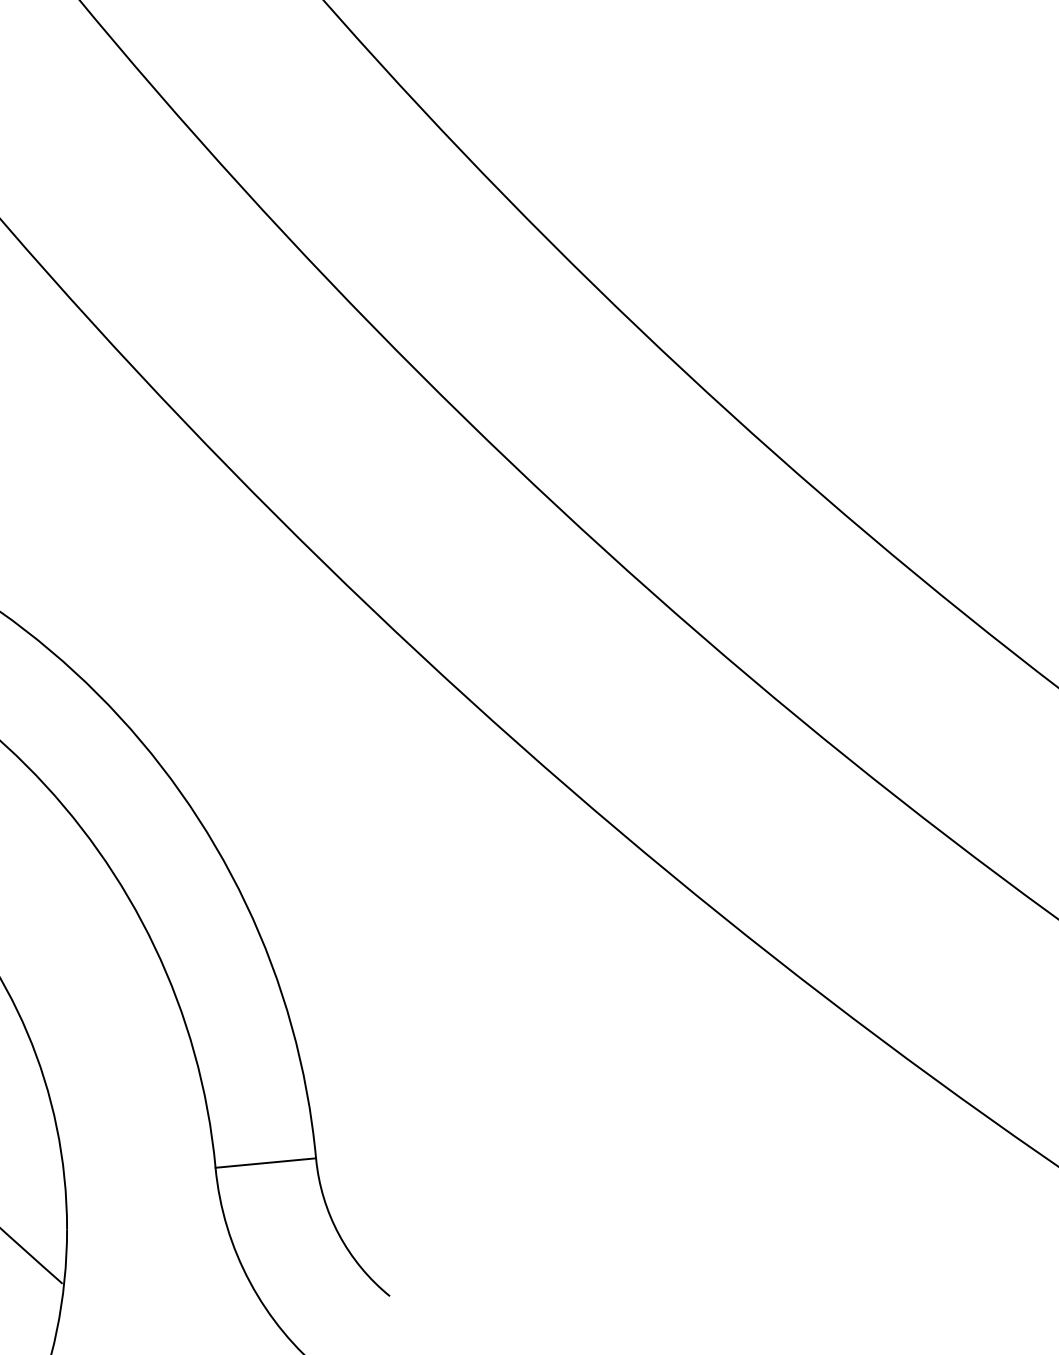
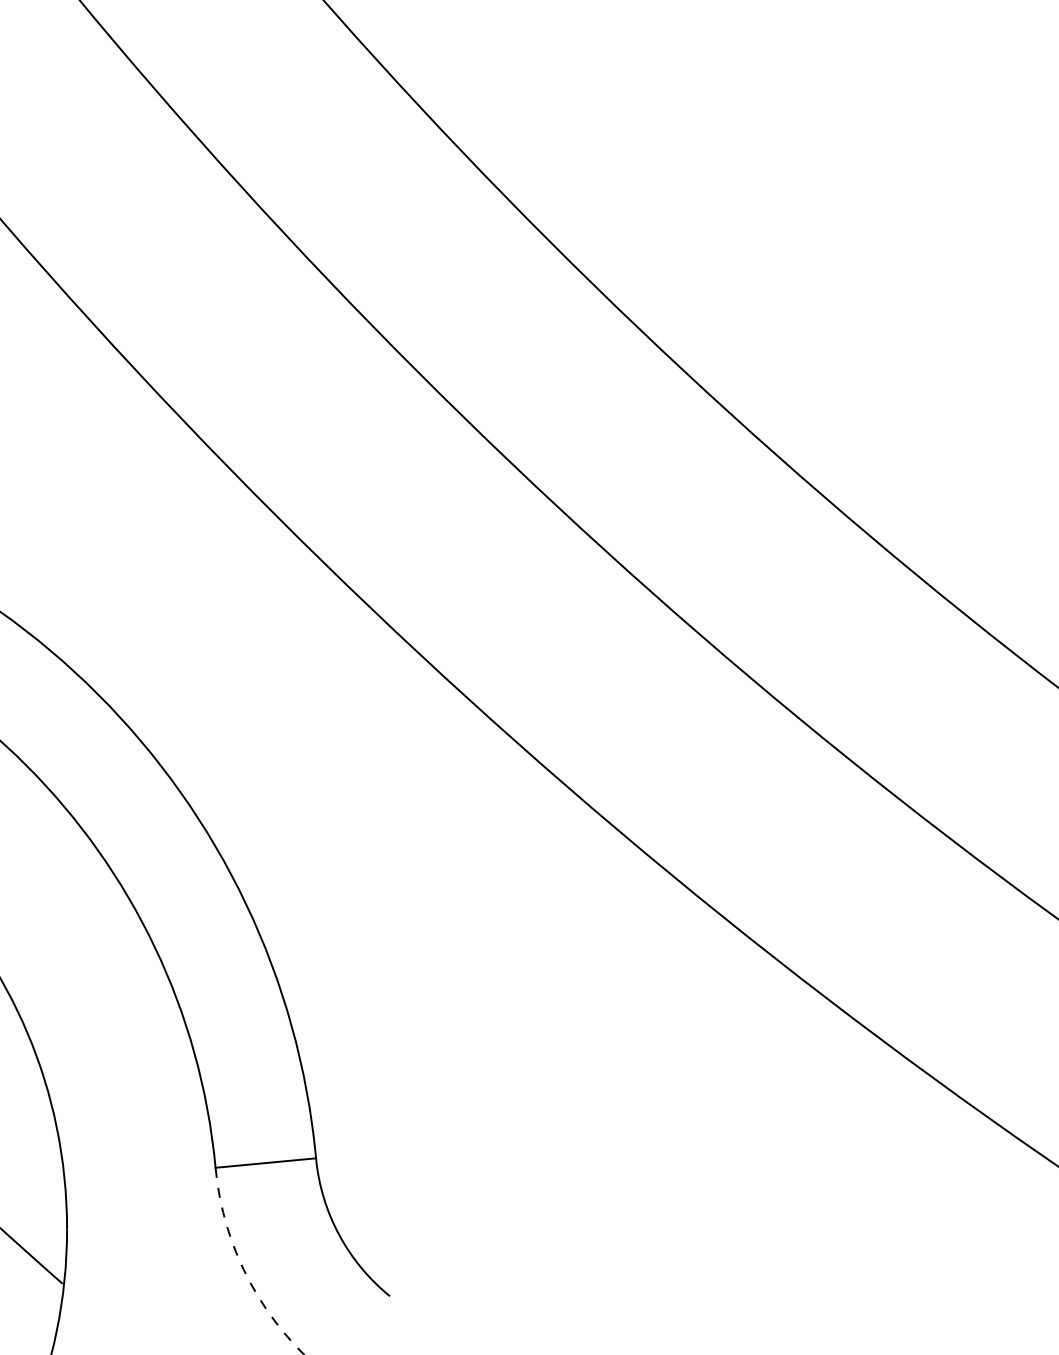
arc at (243, 1269): solid -> dashed
